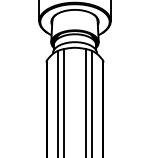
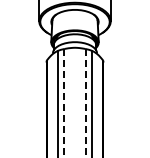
line at (64, 103): solid -> dashed
line at (85, 103): solid -> dashed
